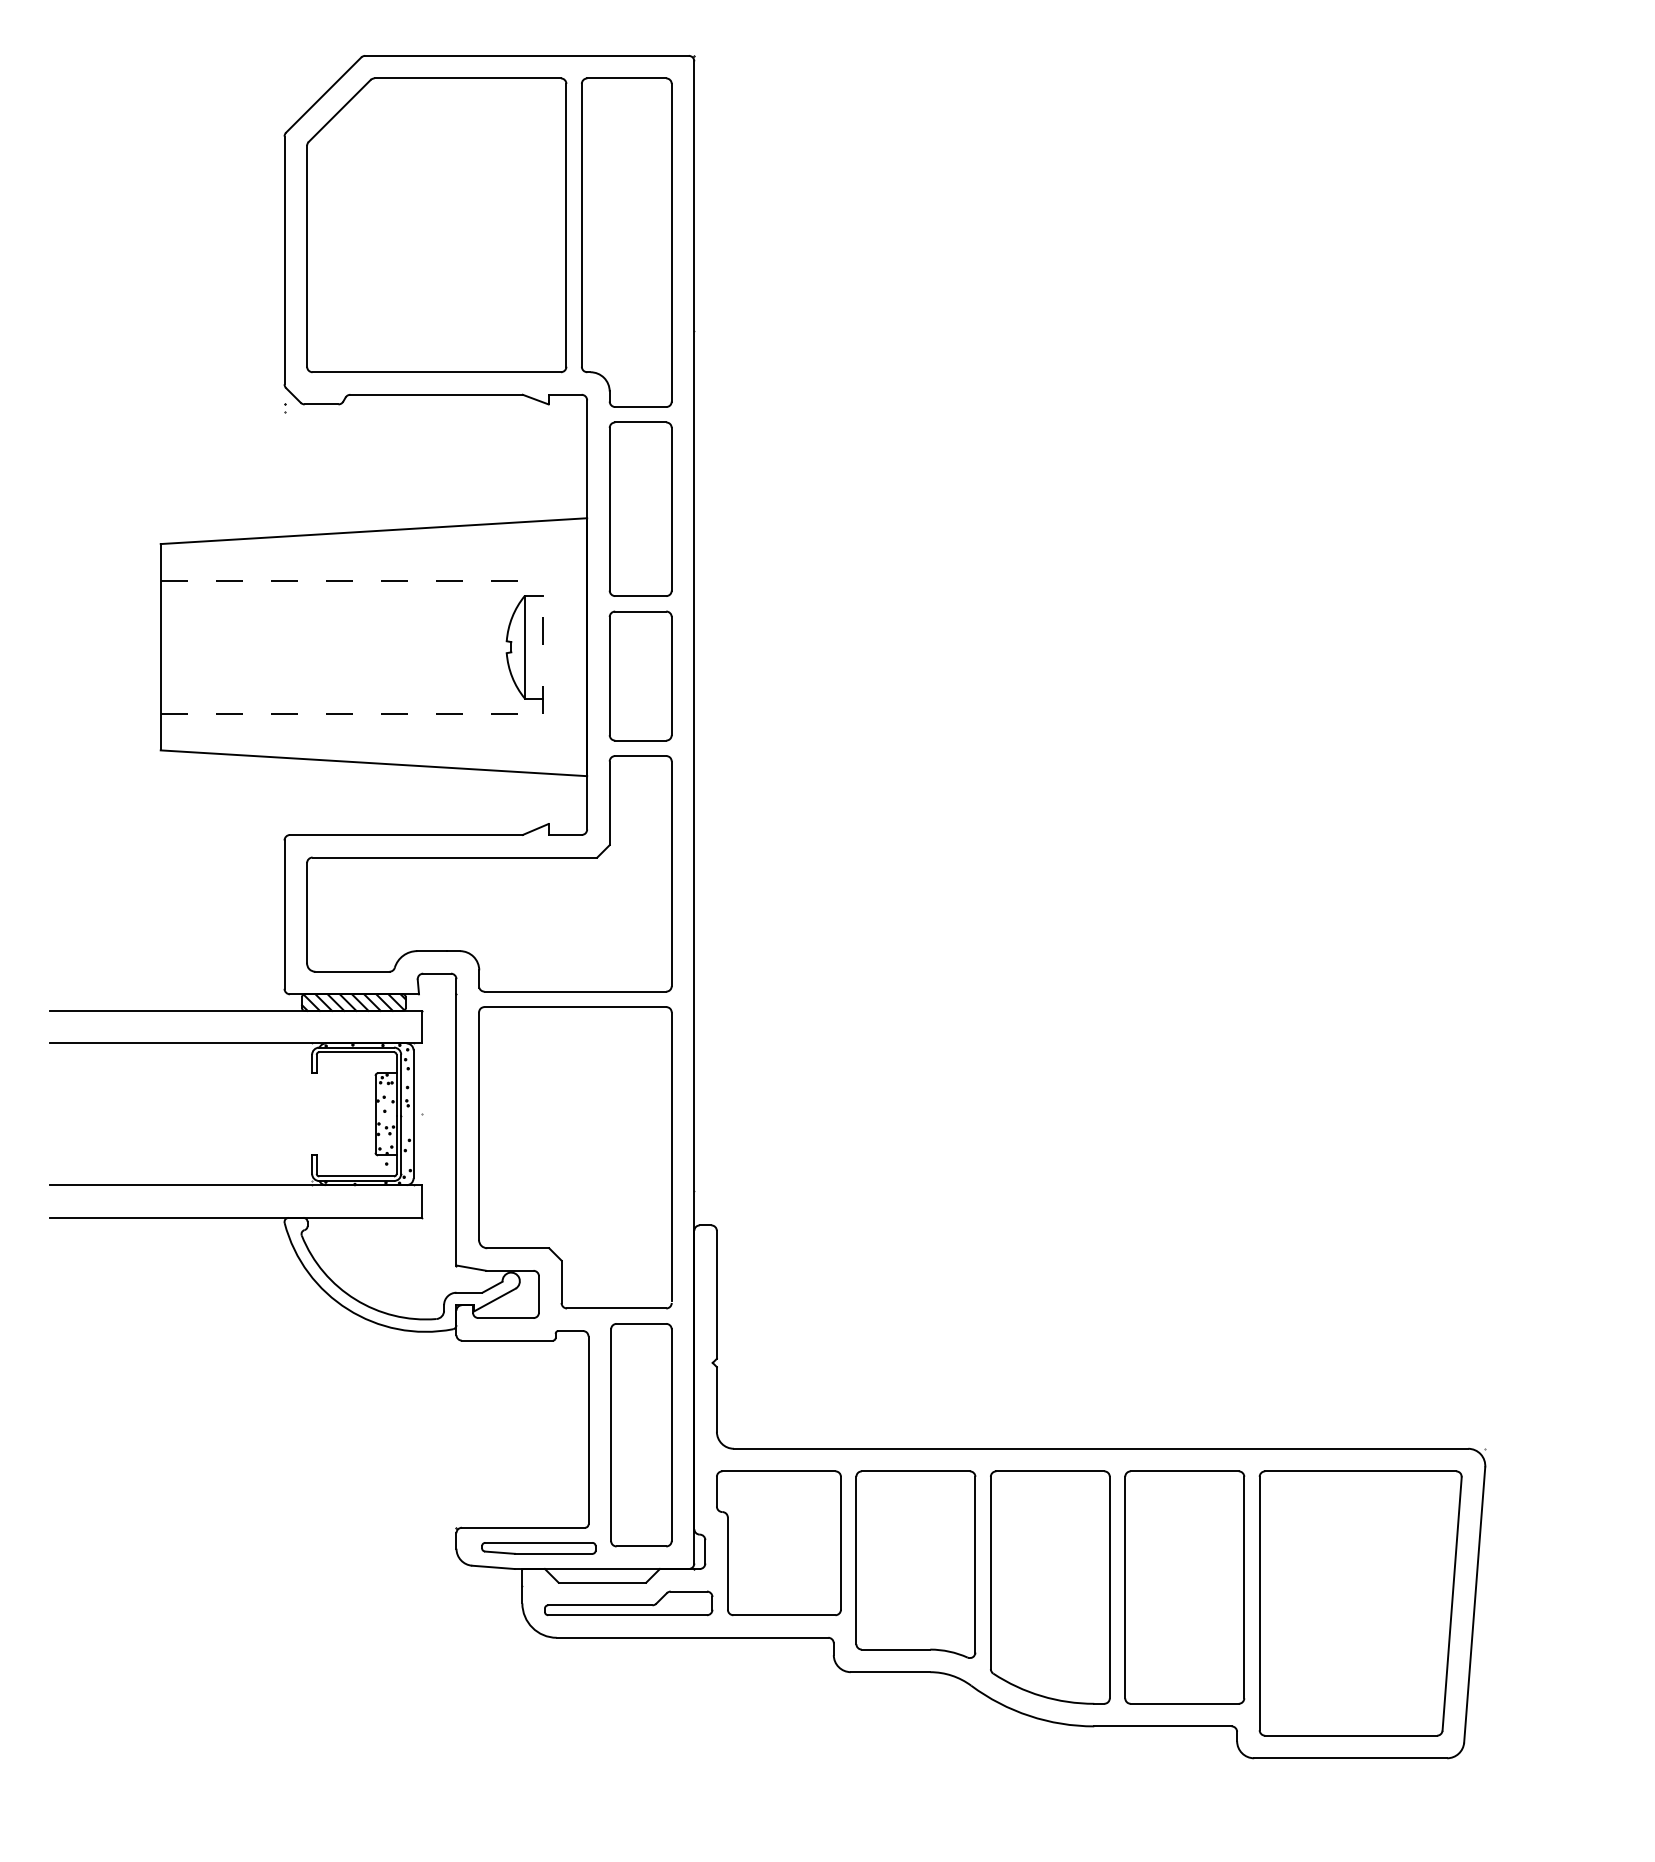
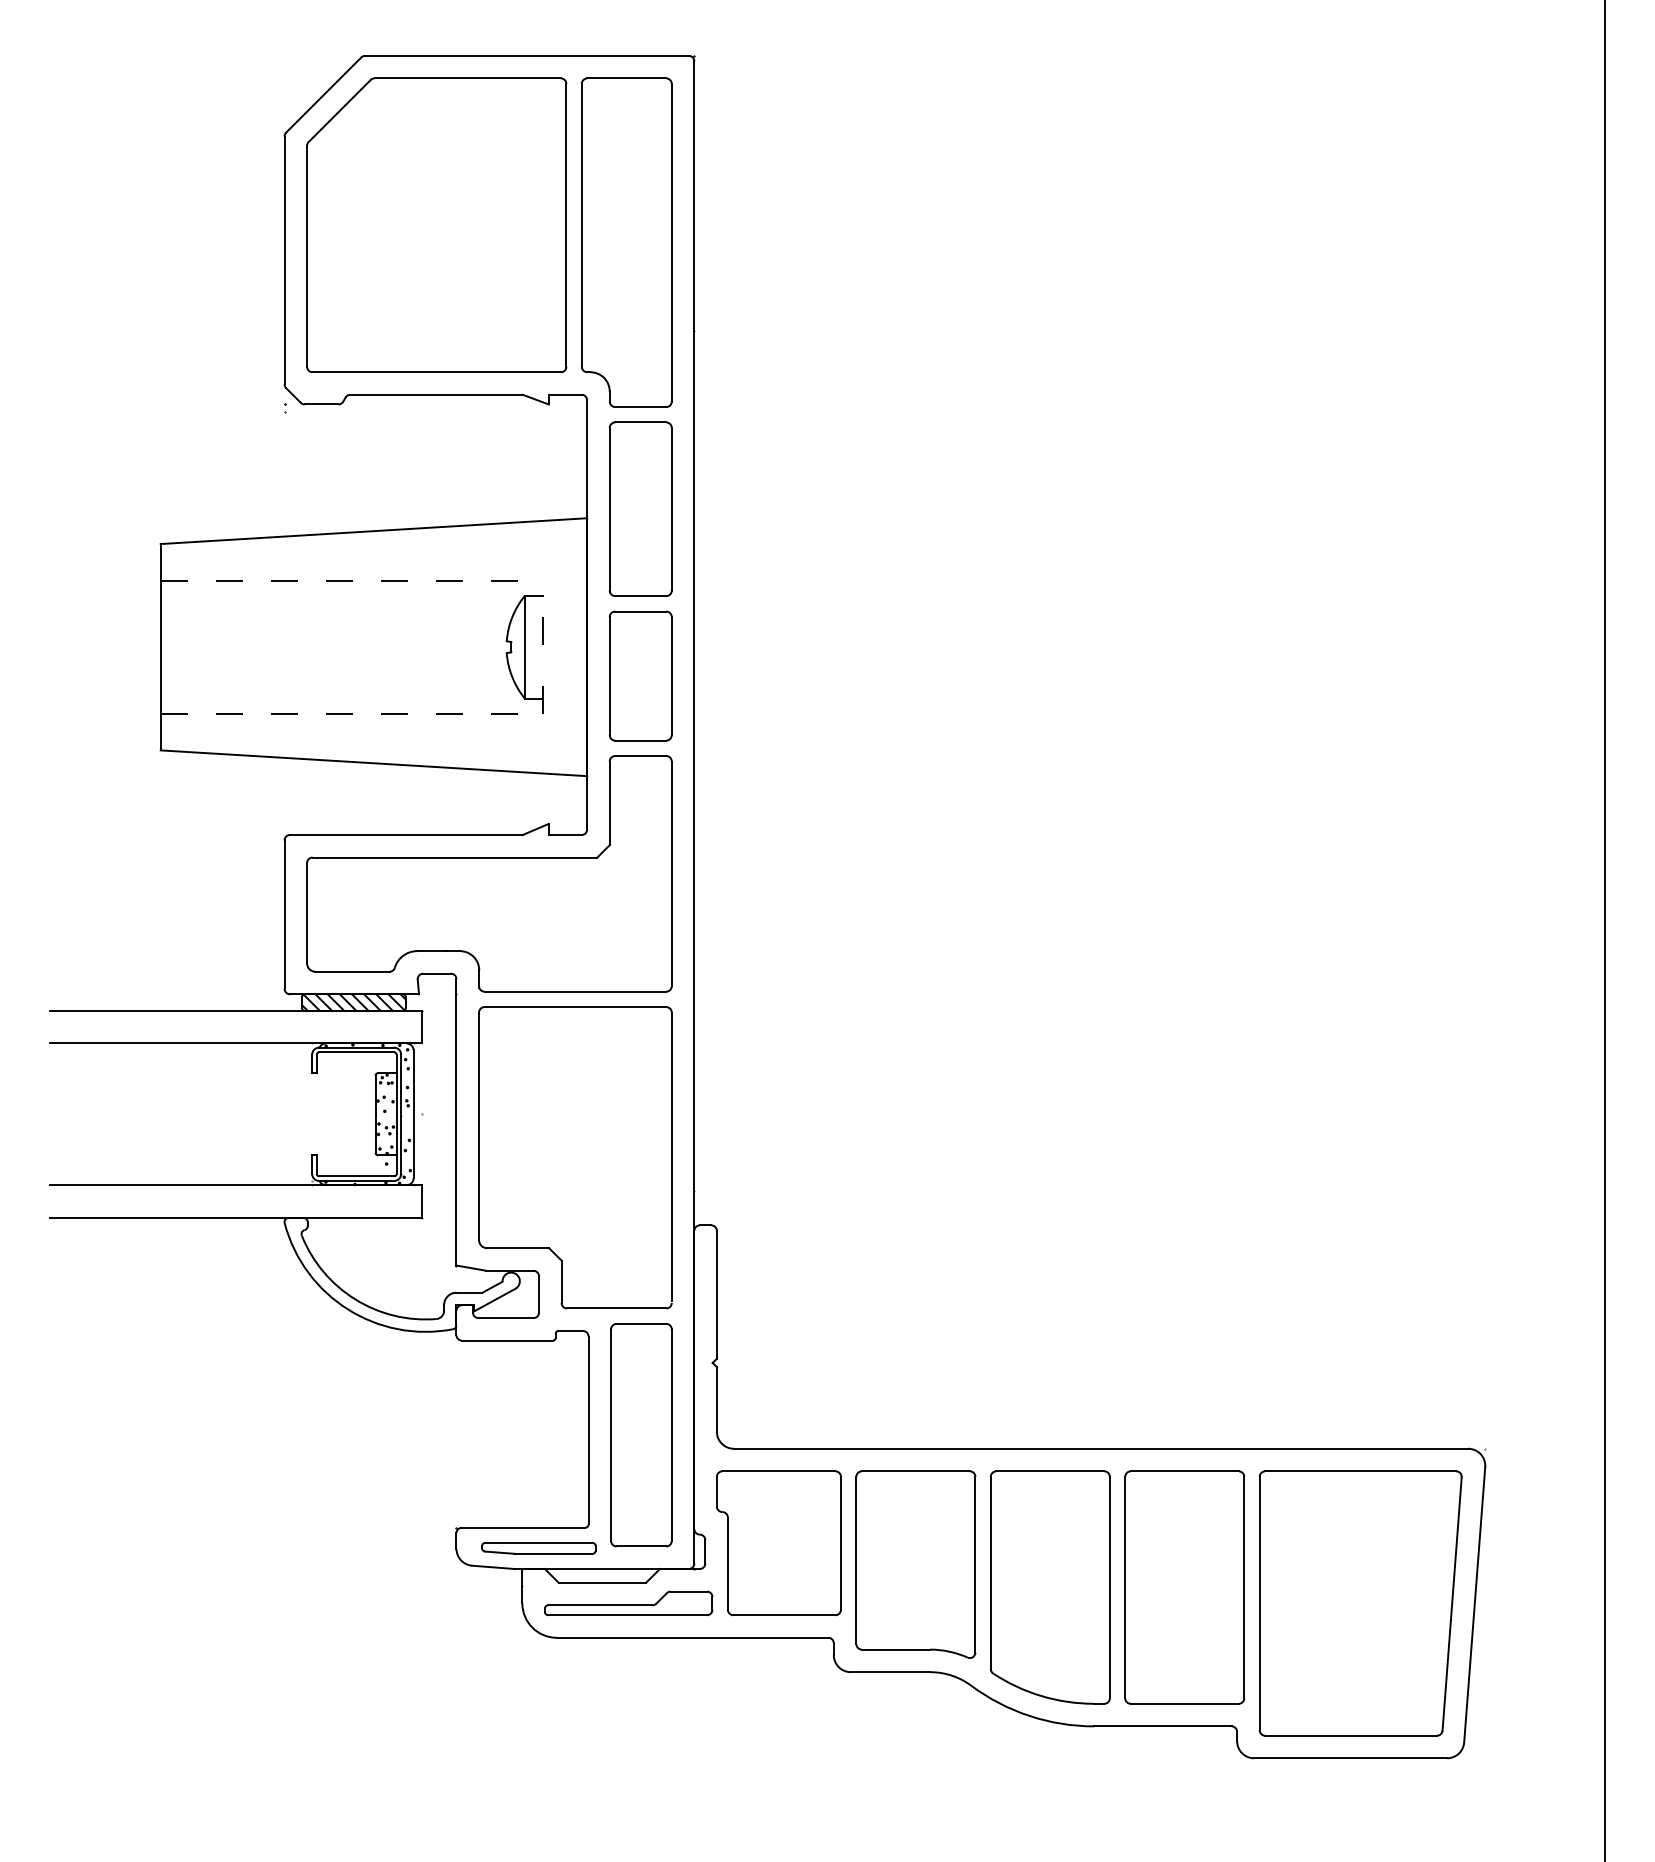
line at (1605, 930): none -> present
